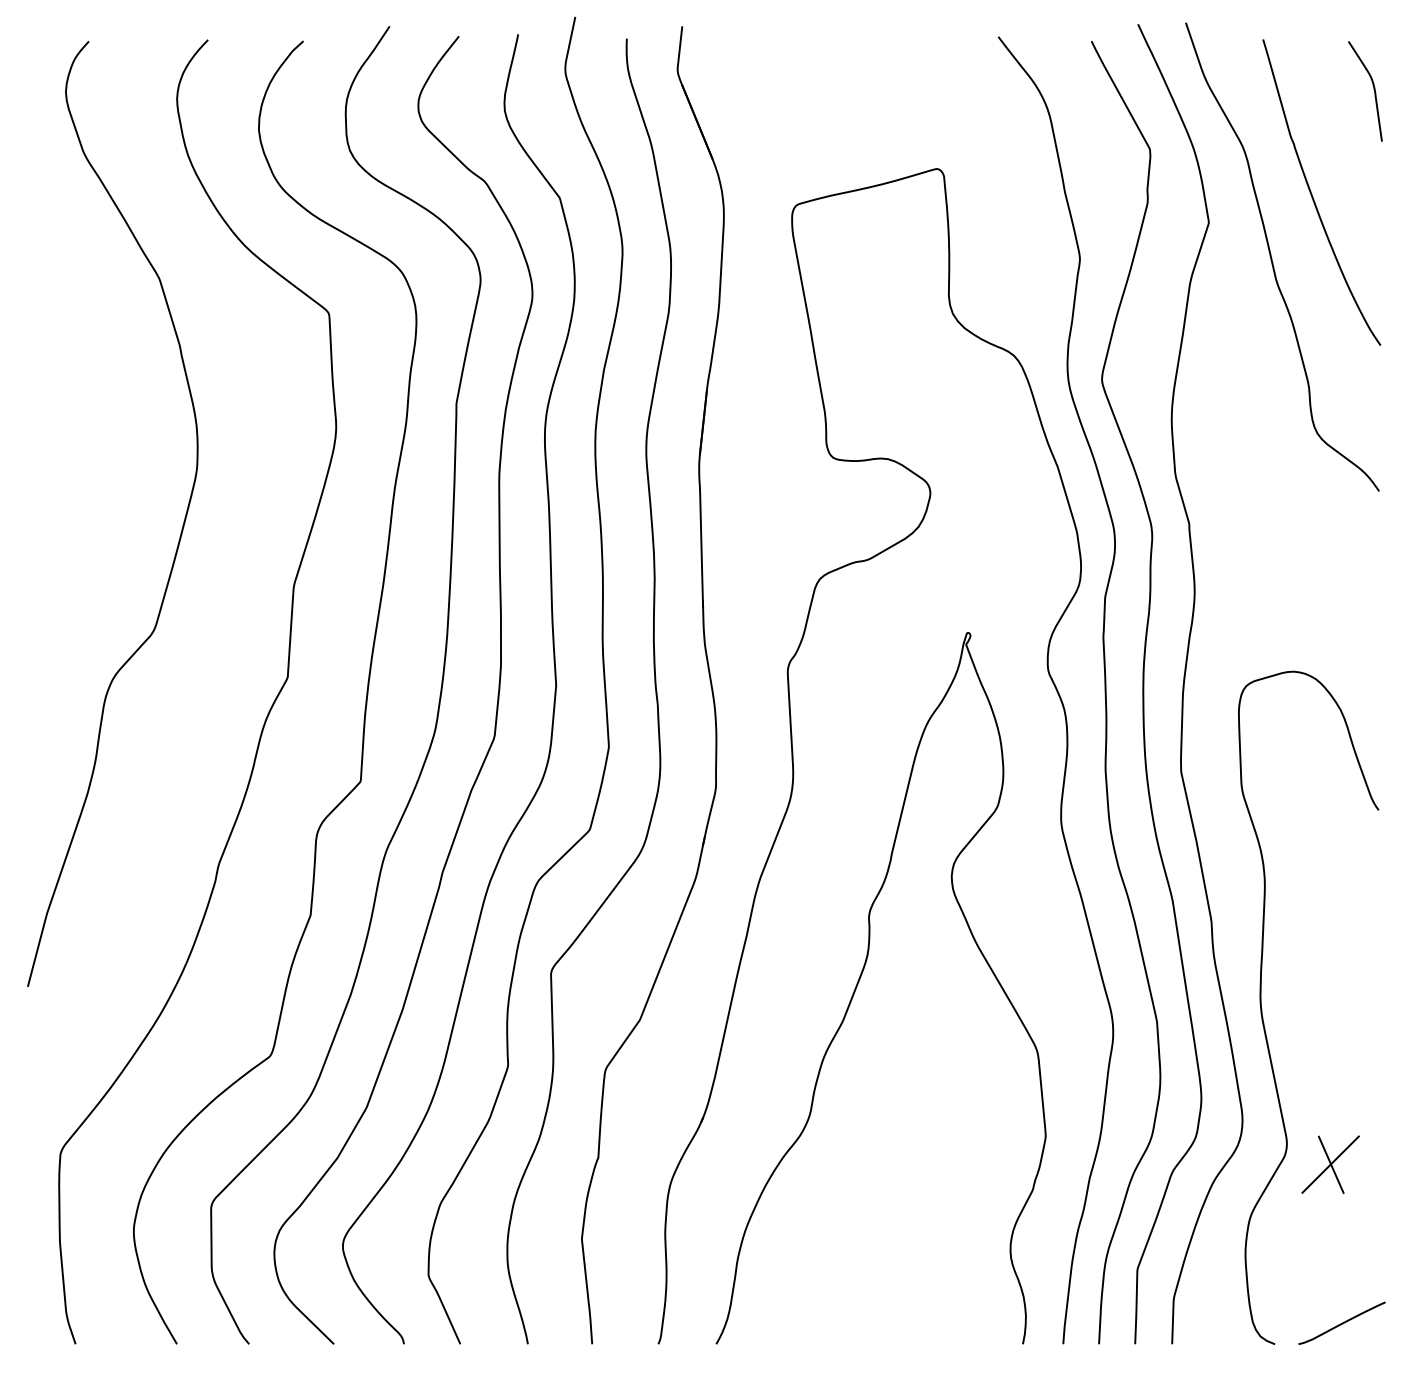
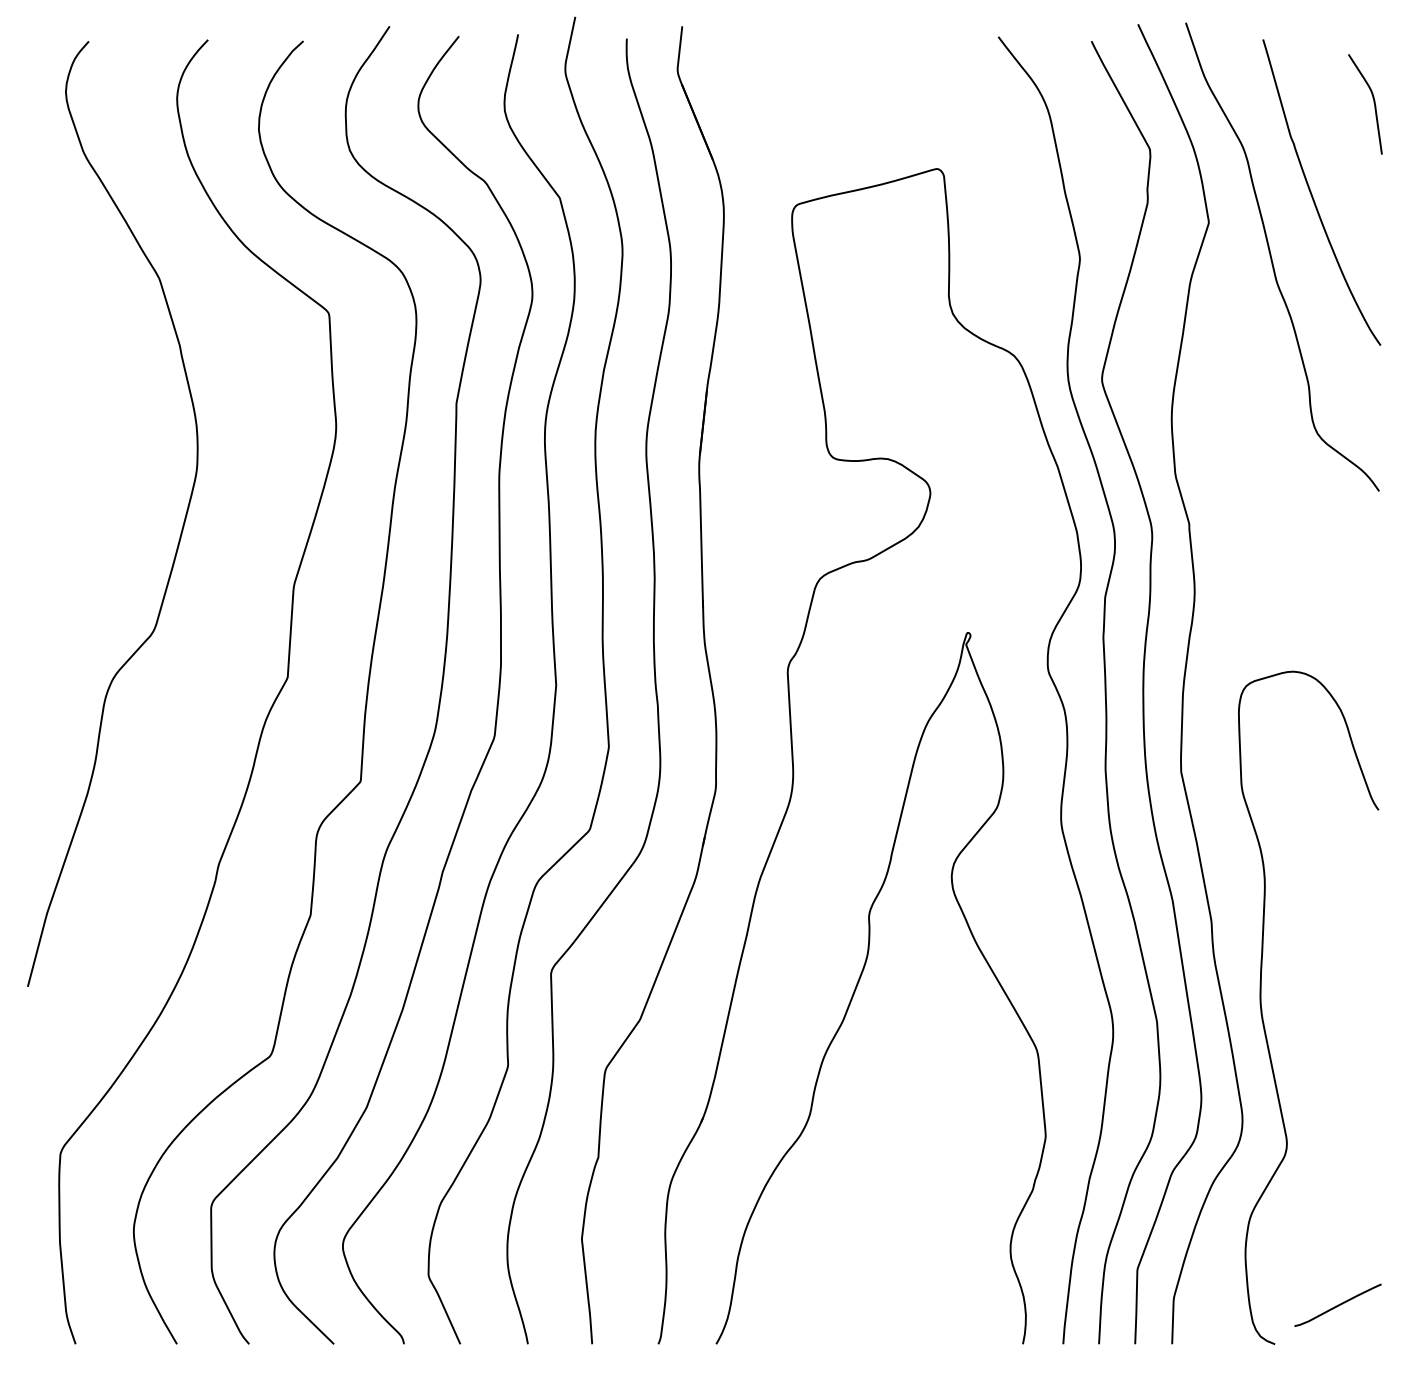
curve at (1373, 90) position: (1373, 90) -> (1373, 103)
part at (1330, 1164): present -> none
curve at (1342, 1322) position: (1342, 1322) -> (1338, 1304)
